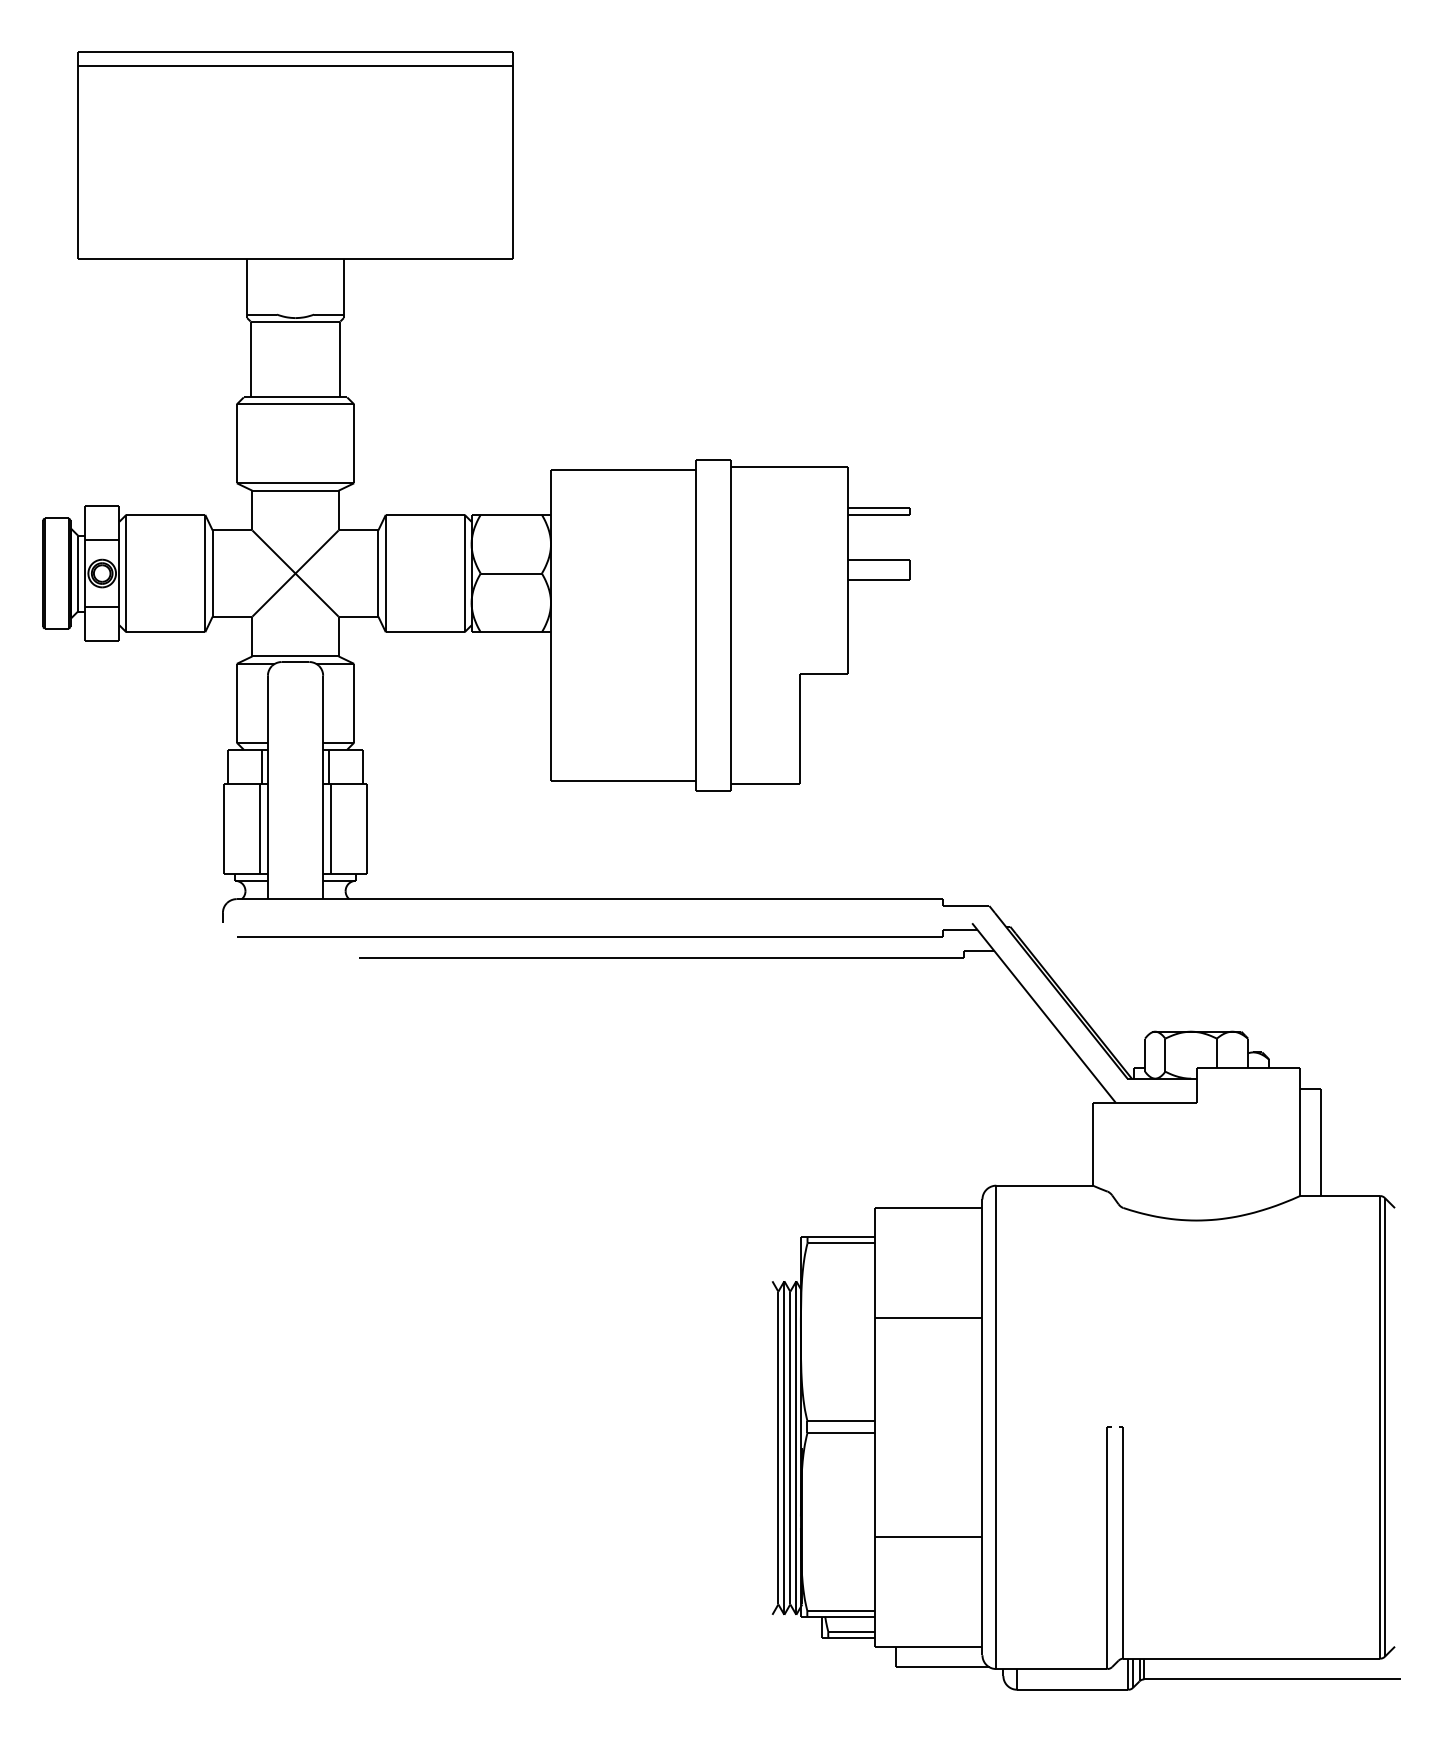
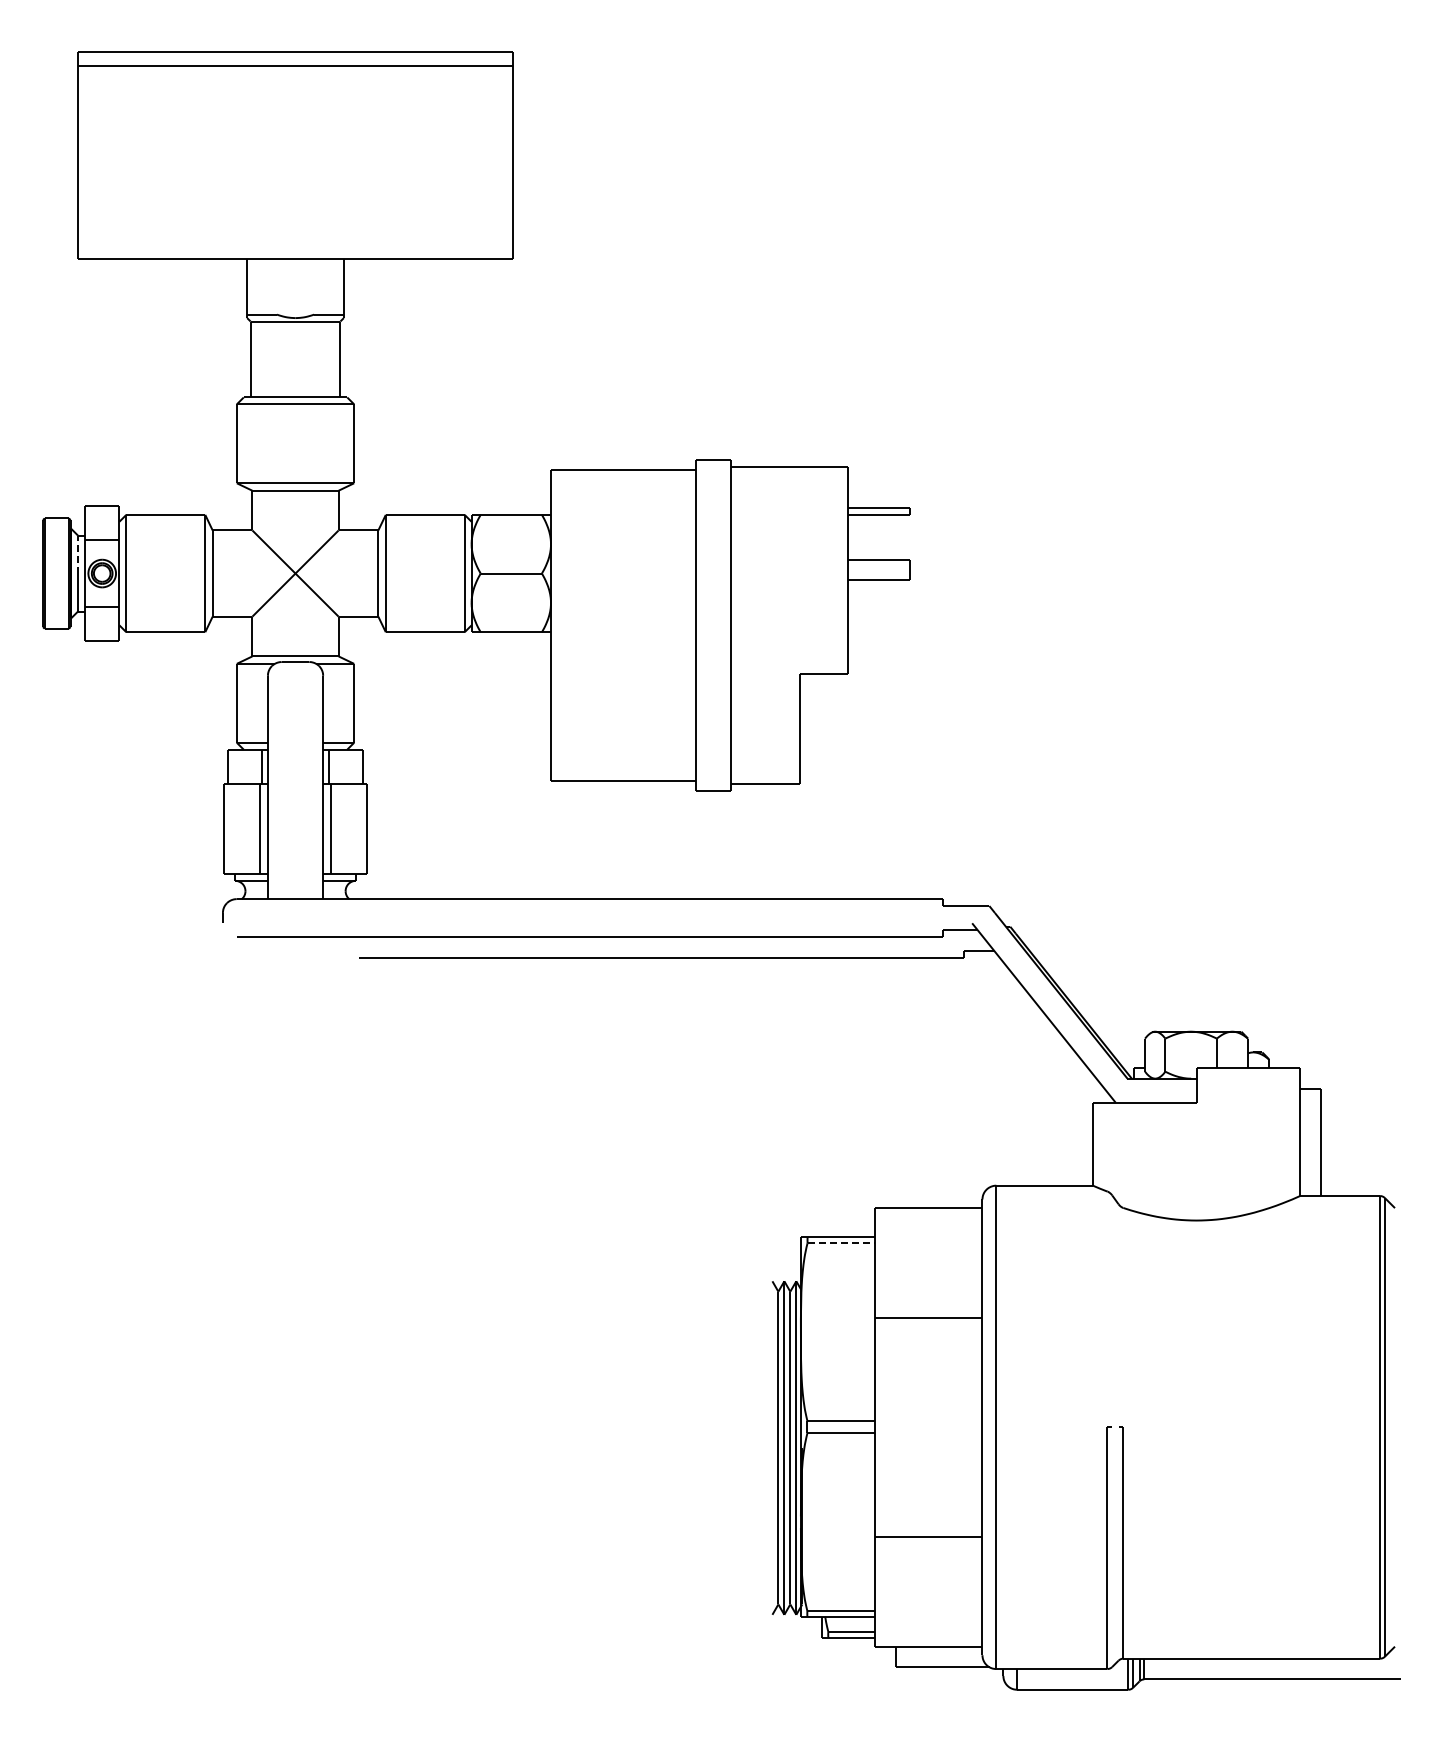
line at (78, 556): solid -> dashed
line at (841, 1243): solid -> dashed
